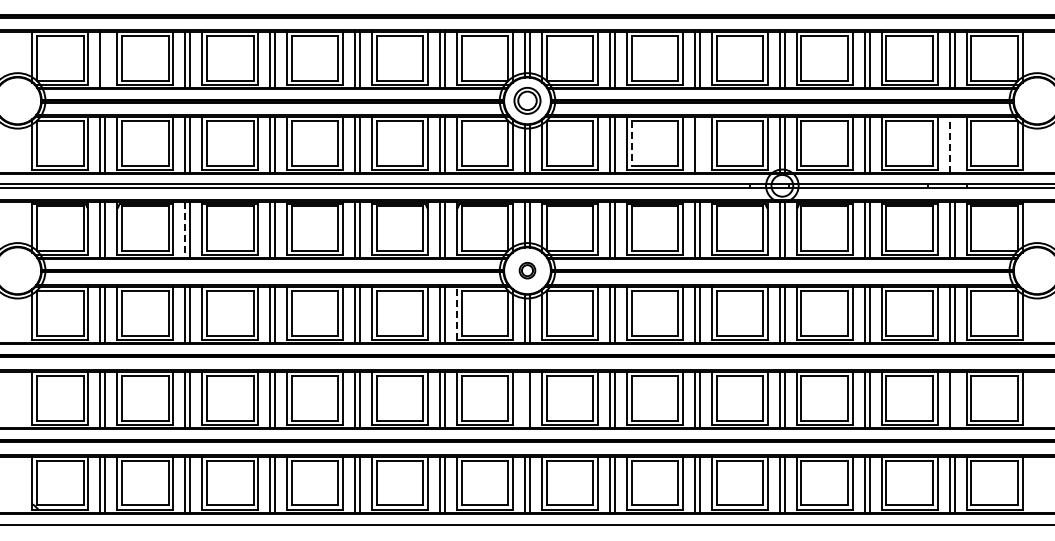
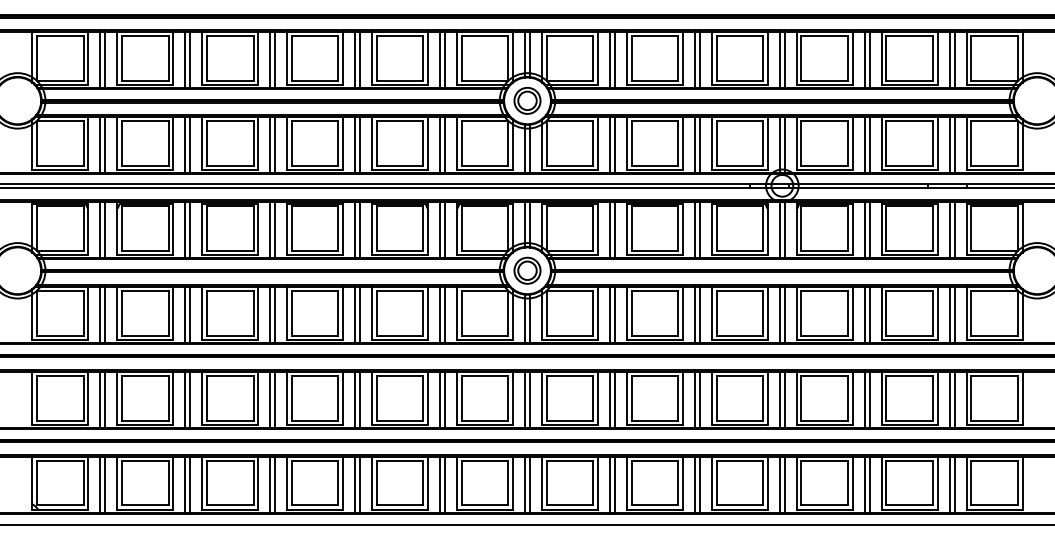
line at (105, 59): none -> present
line at (631, 143): dashed -> solid
line at (700, 144): none -> present
line at (949, 144): dashed -> solid
line at (955, 144): none -> present
line at (184, 230): dashed -> solid
part at (527, 270) size: 19x18 px -> 29x29 px
line at (457, 313): dashed -> solid
line at (524, 399): none -> present
line at (955, 399): none -> present
